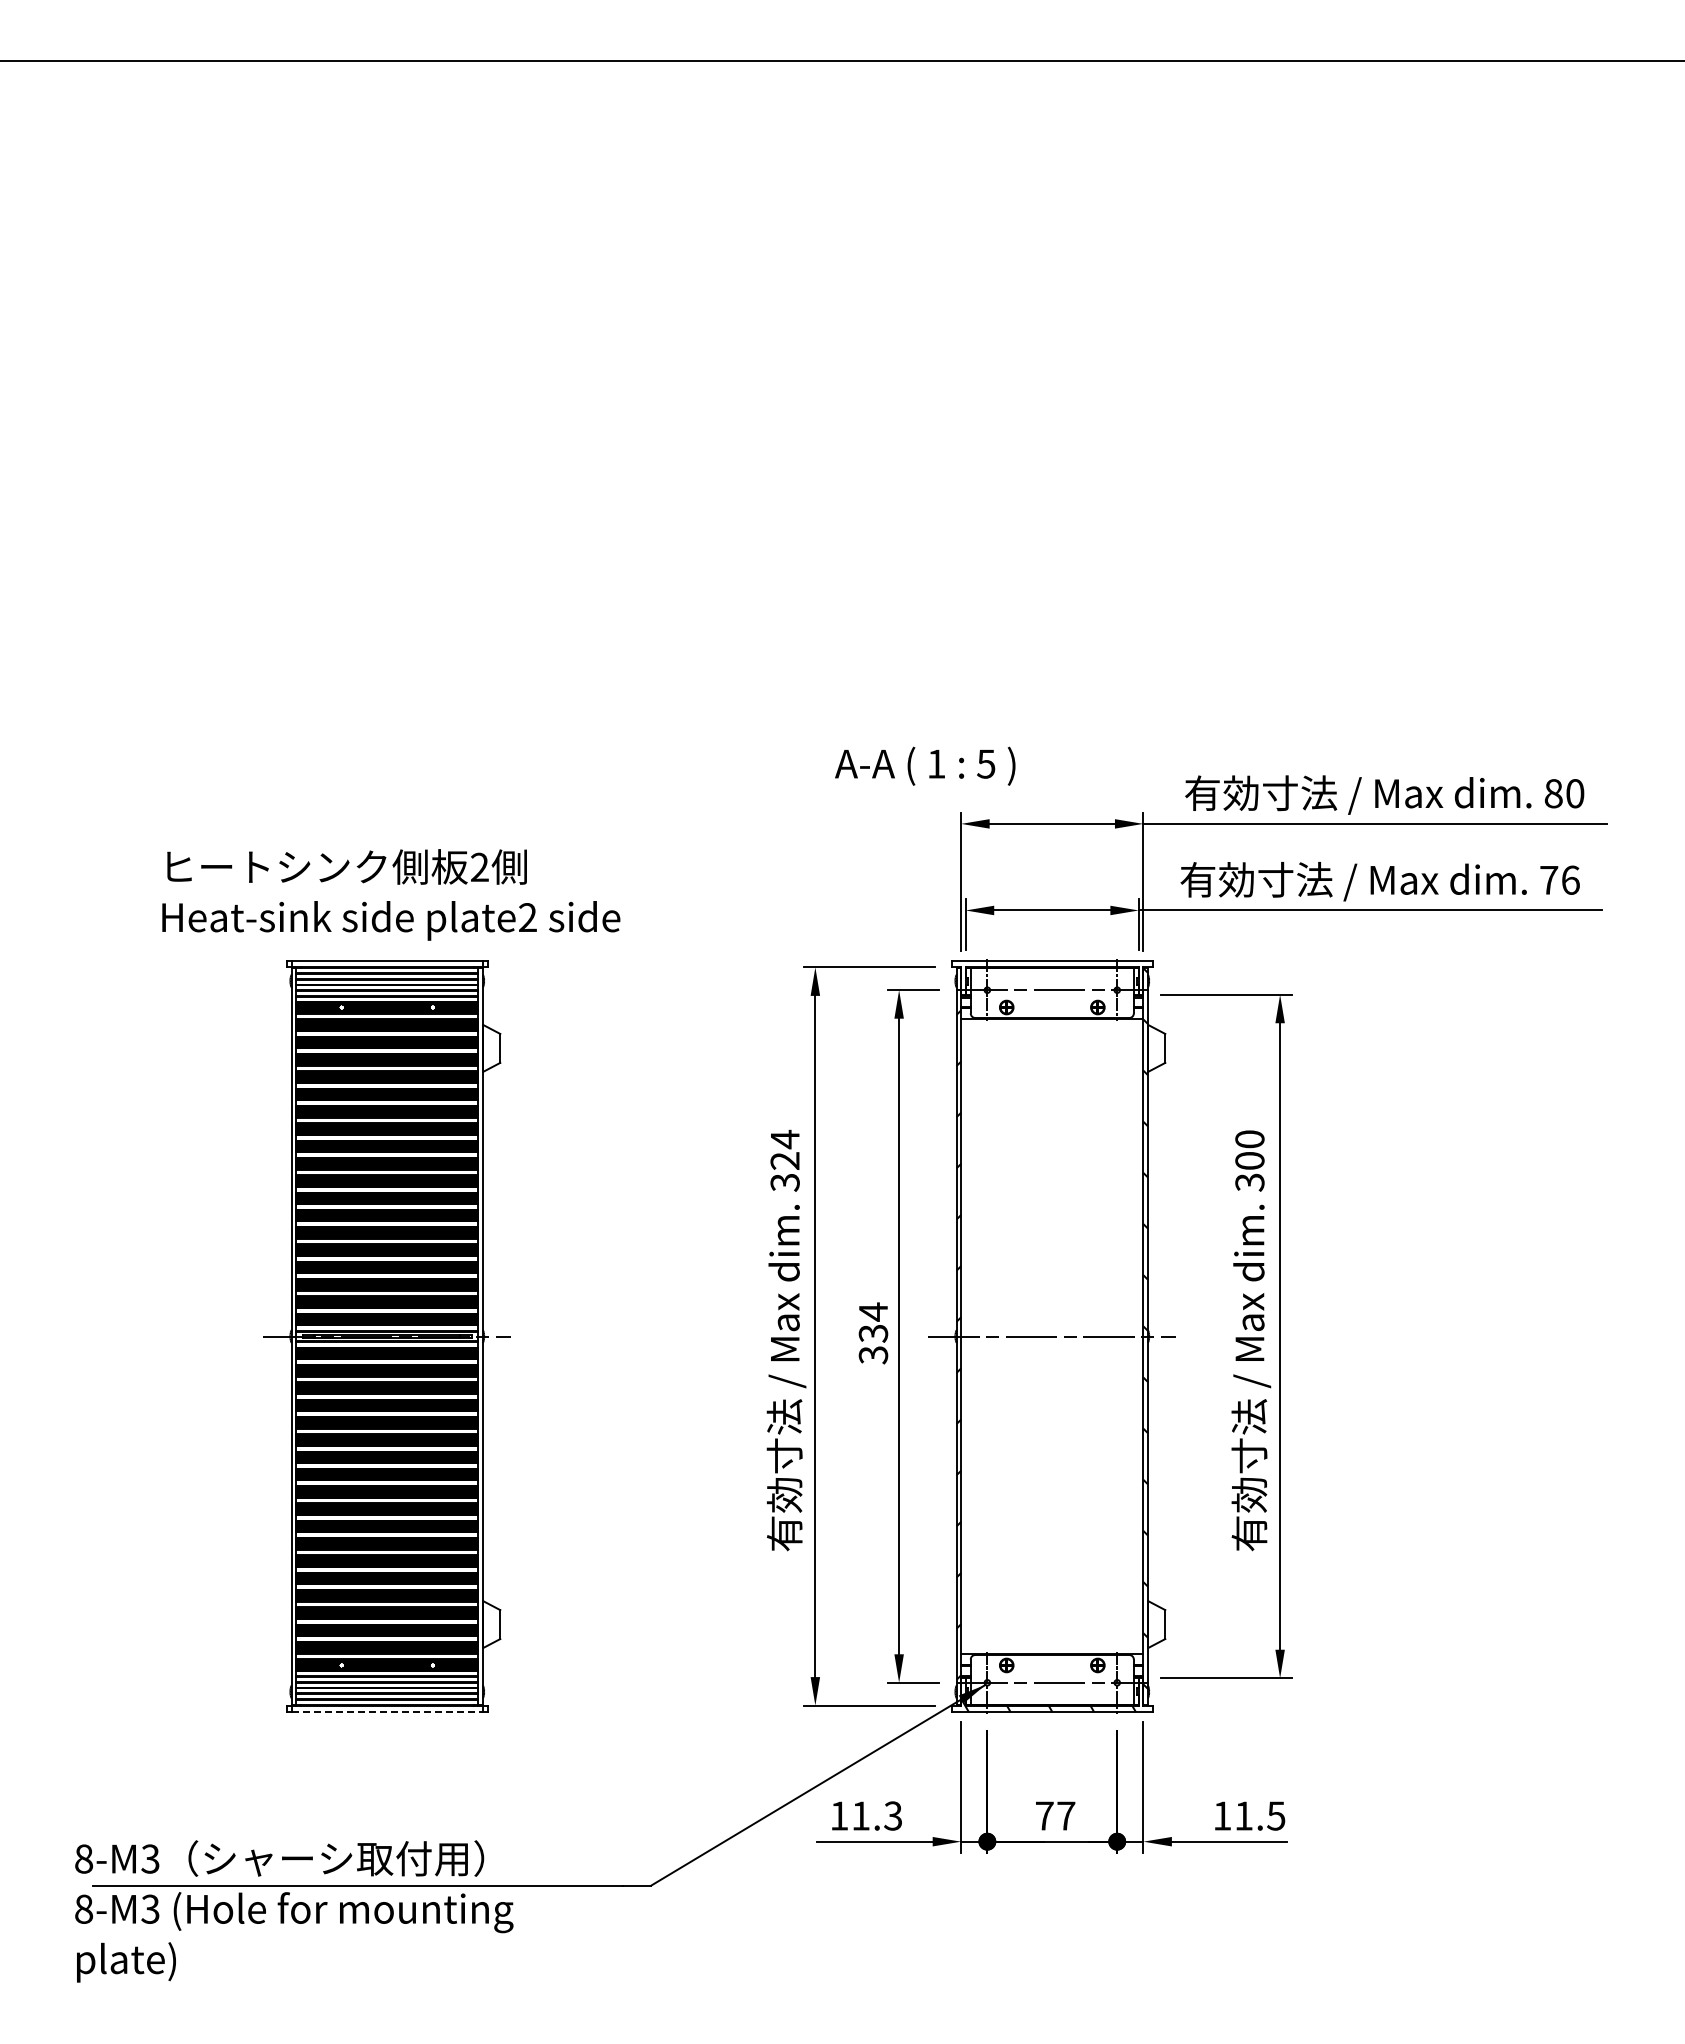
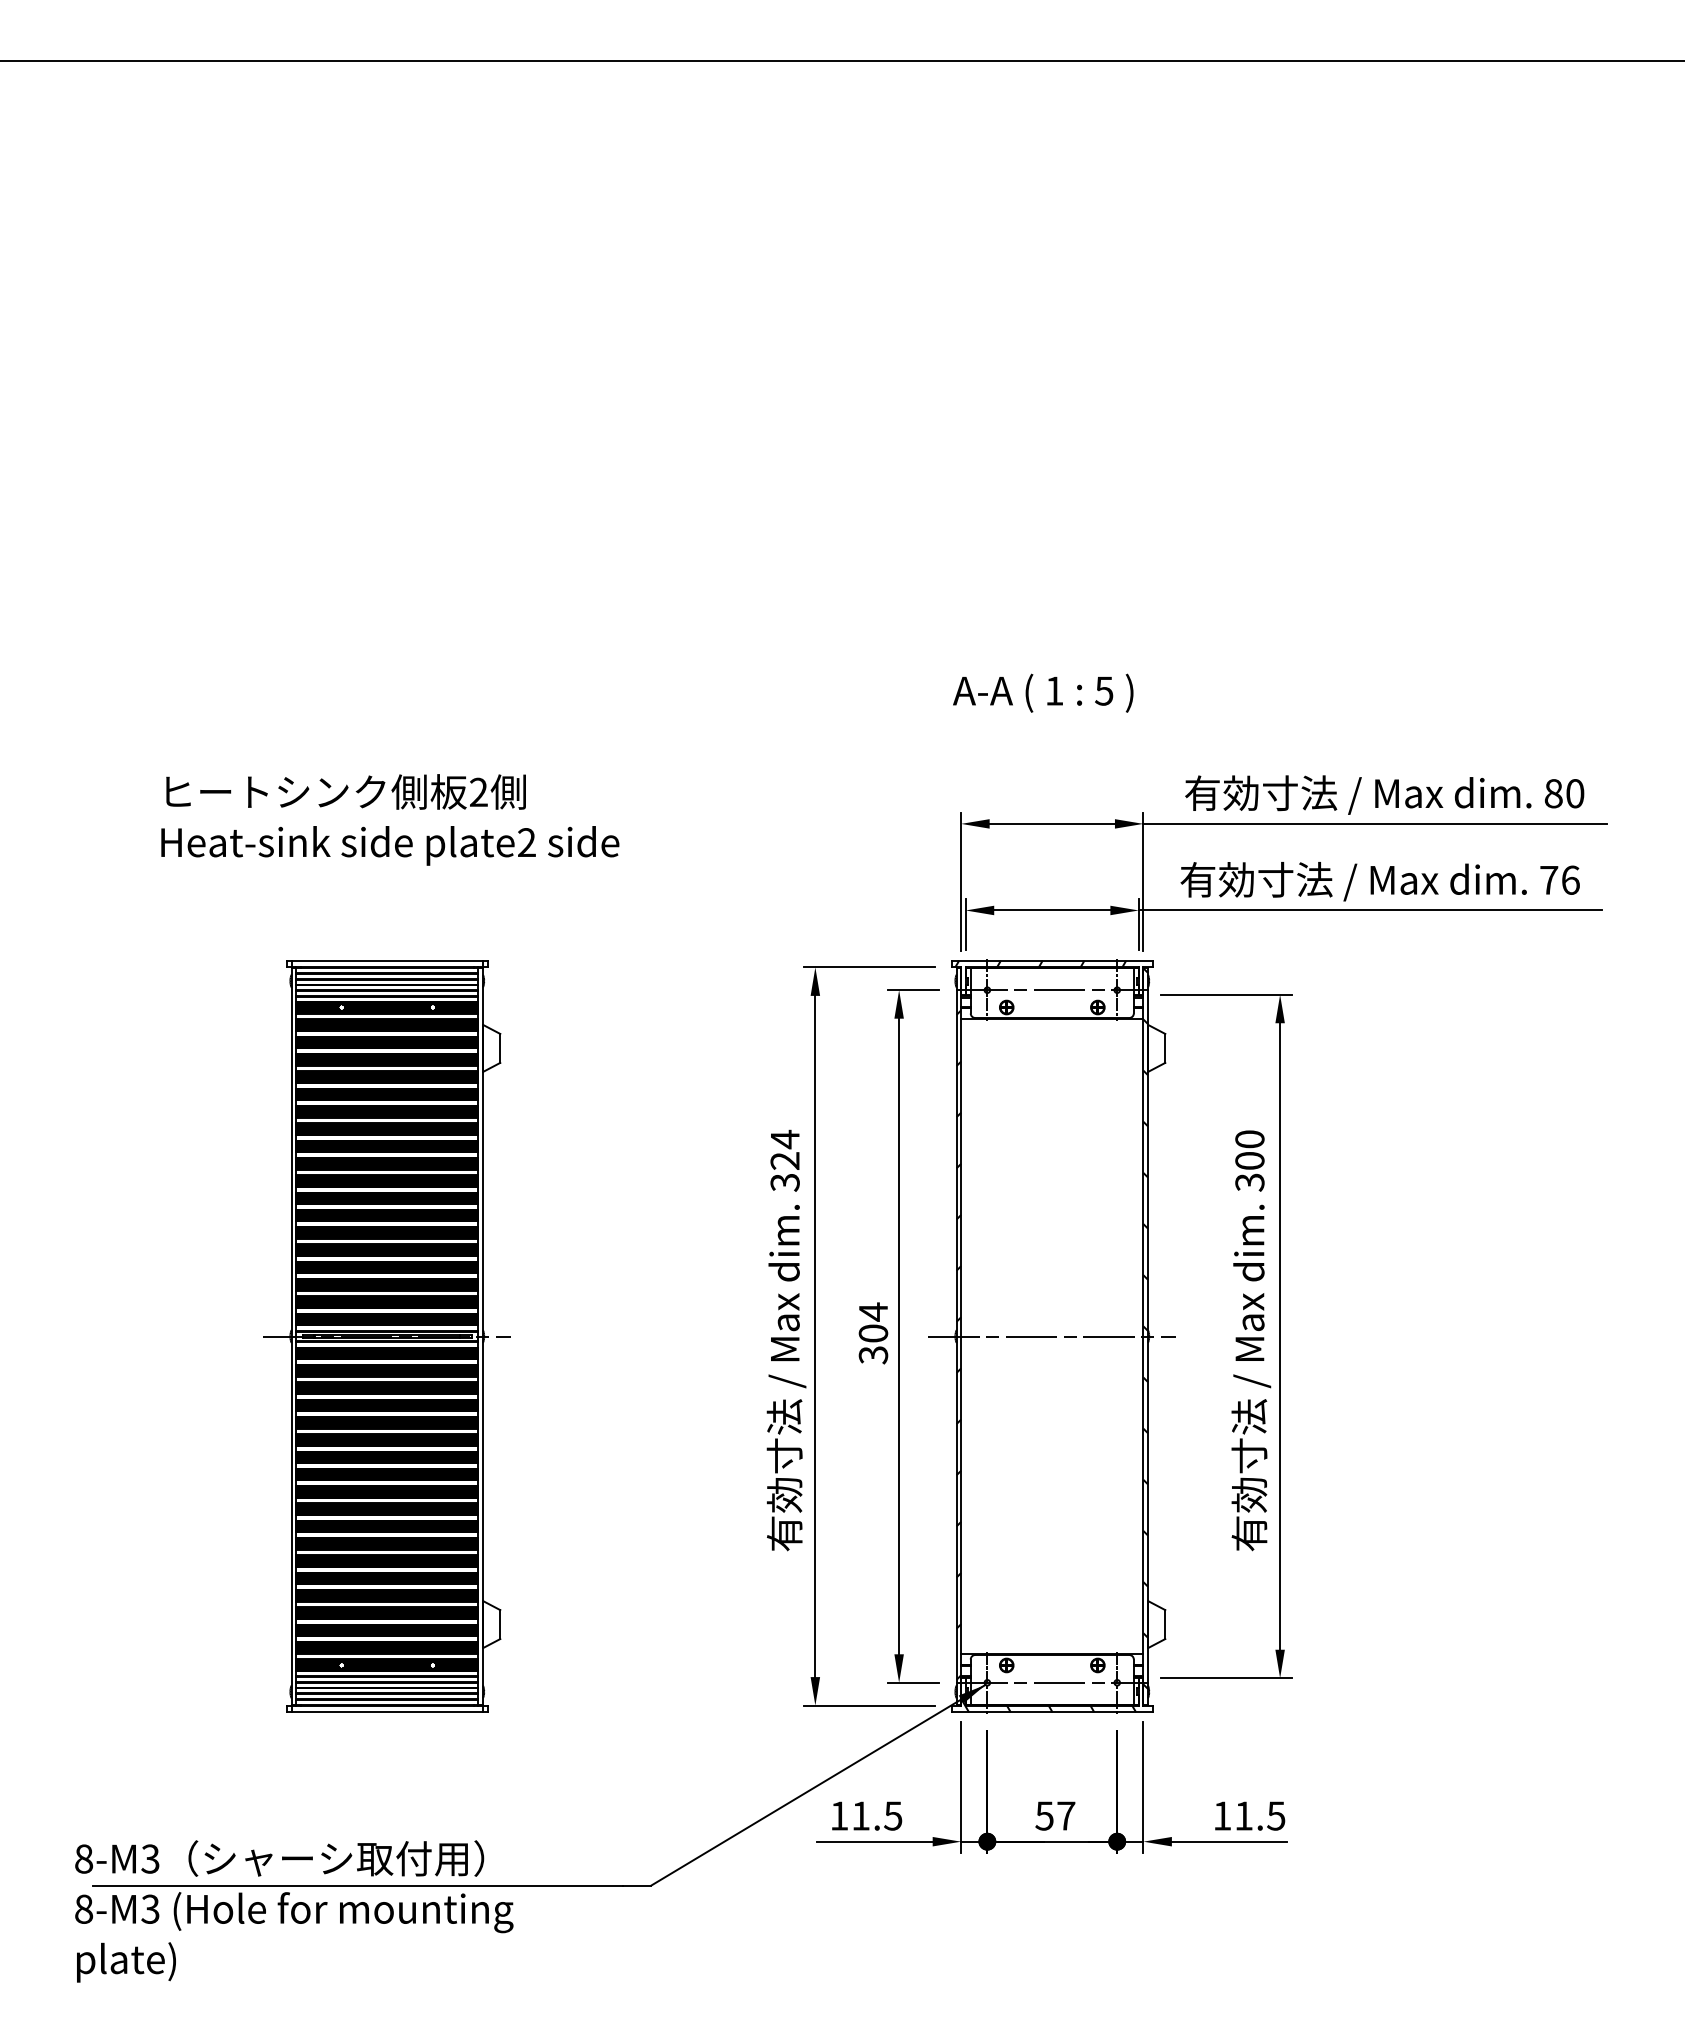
text at (925, 765) position: (925, 765) -> (1043, 692)
text at (391, 894) position: (391, 894) -> (390, 819)
hatch at (1040, 963): none -> present
text at (873, 1333): 334 -> 304
line at (387, 1712): dashed -> solid
text at (893, 1815): 11.3 -> 11.5
text at (1044, 1815): 77 -> 57
